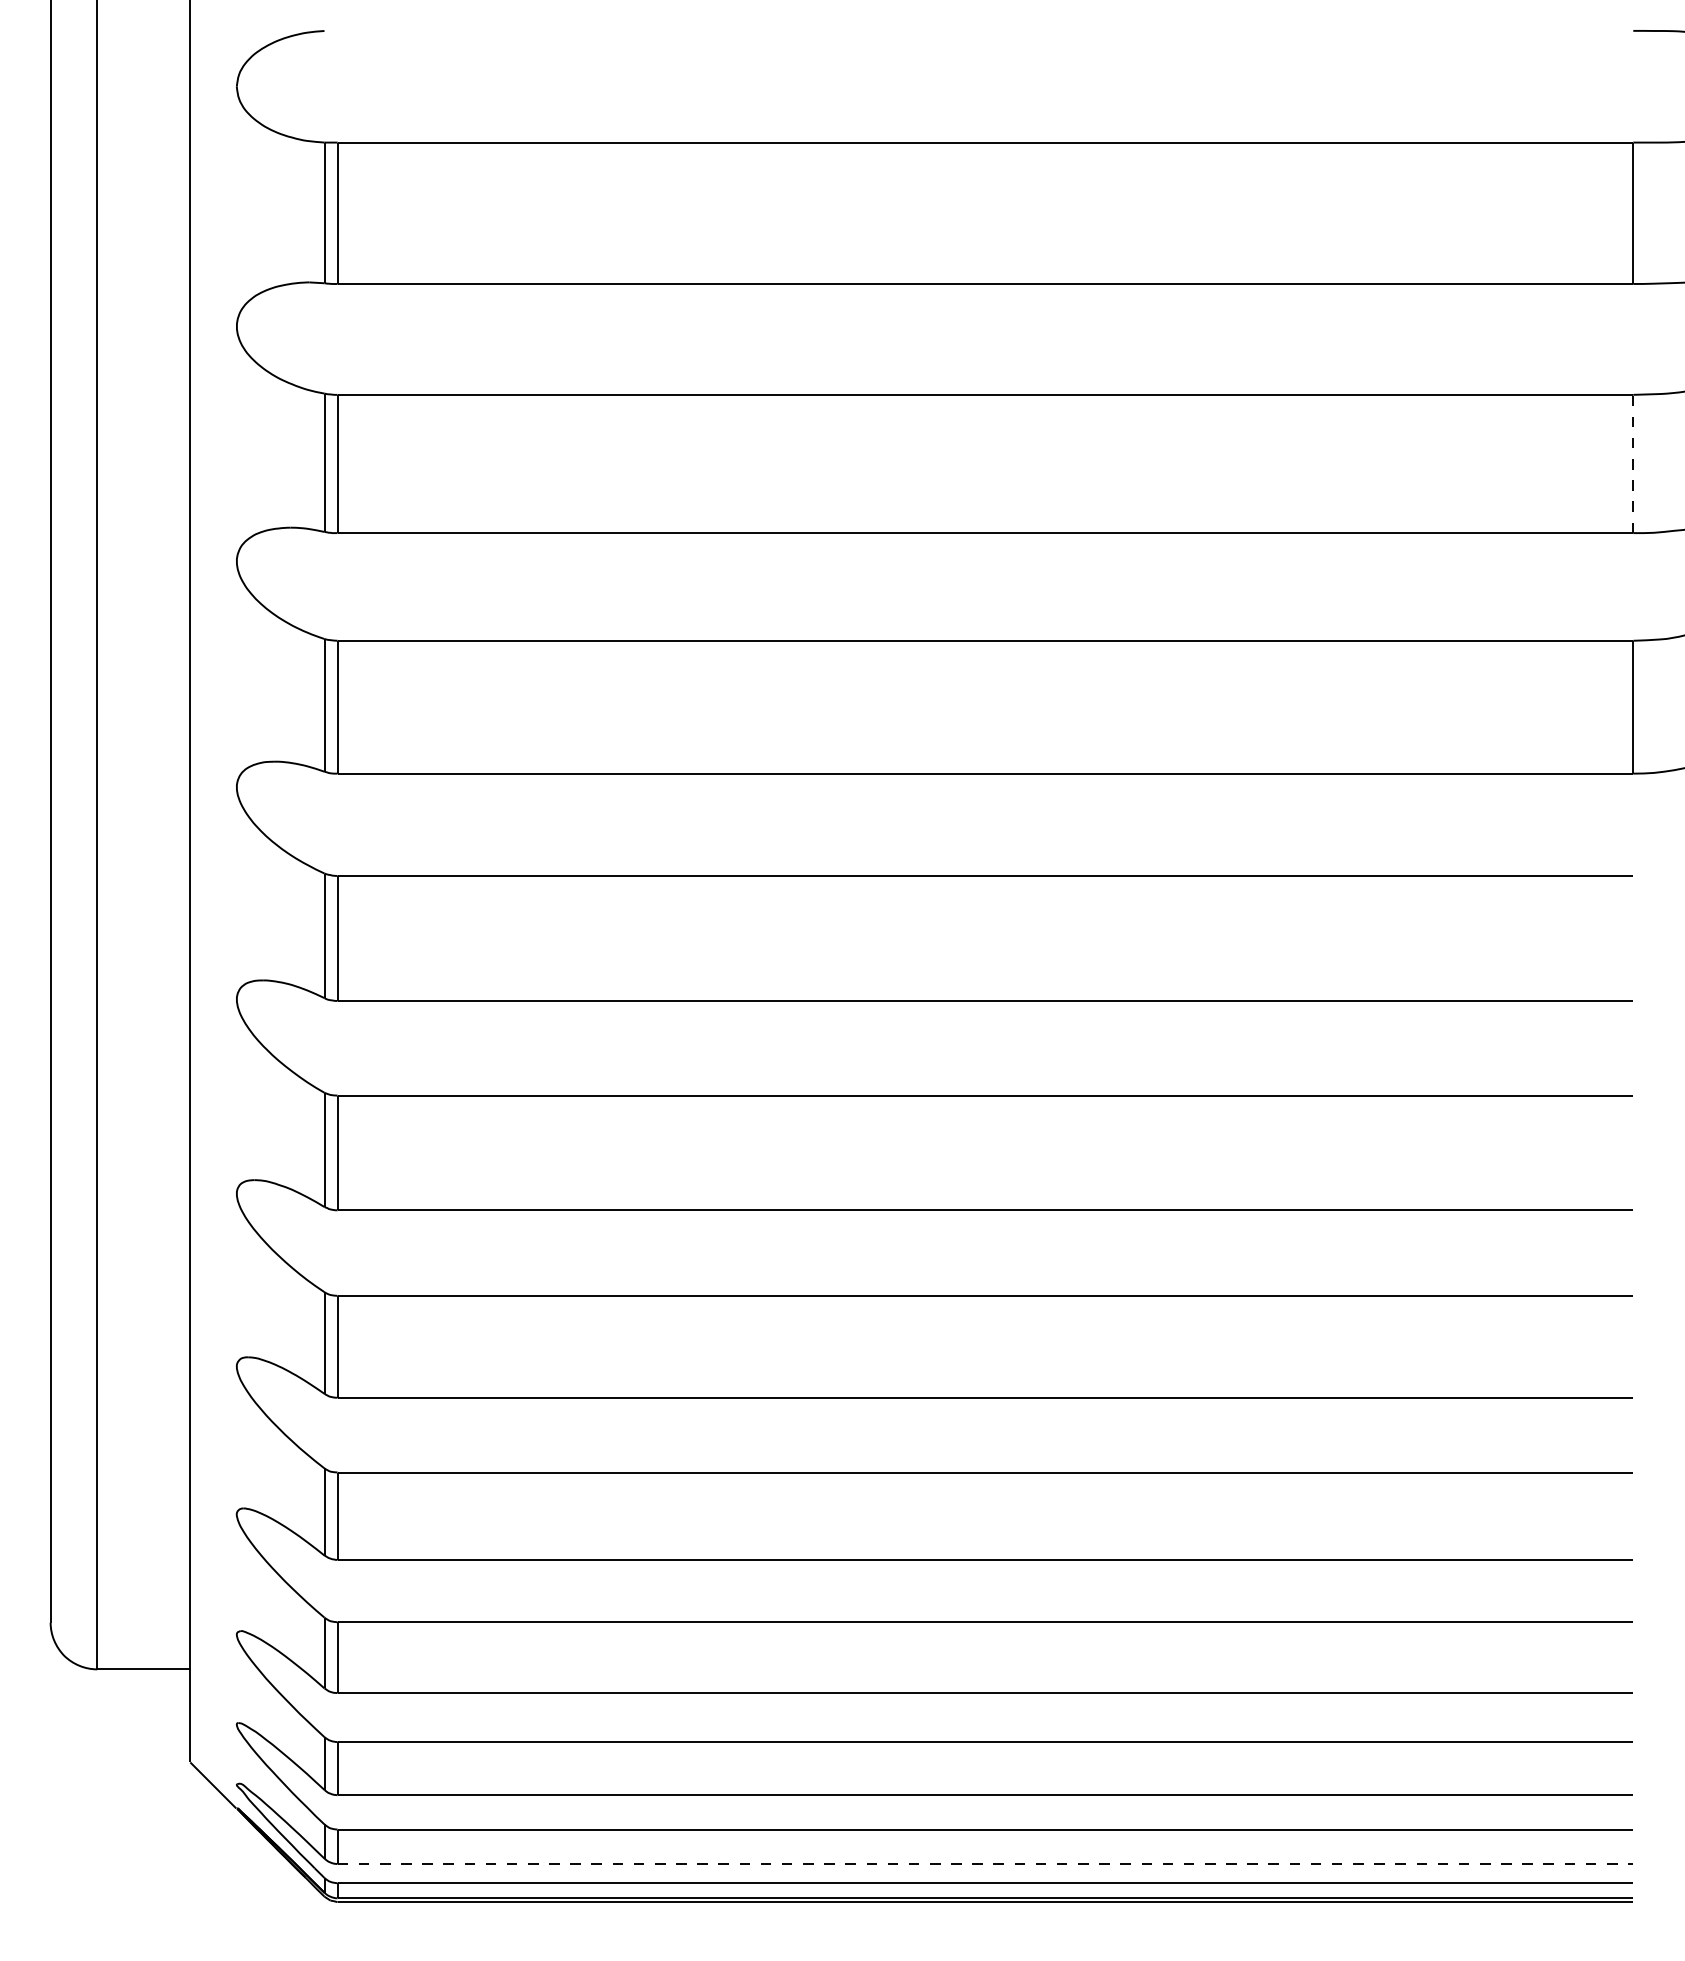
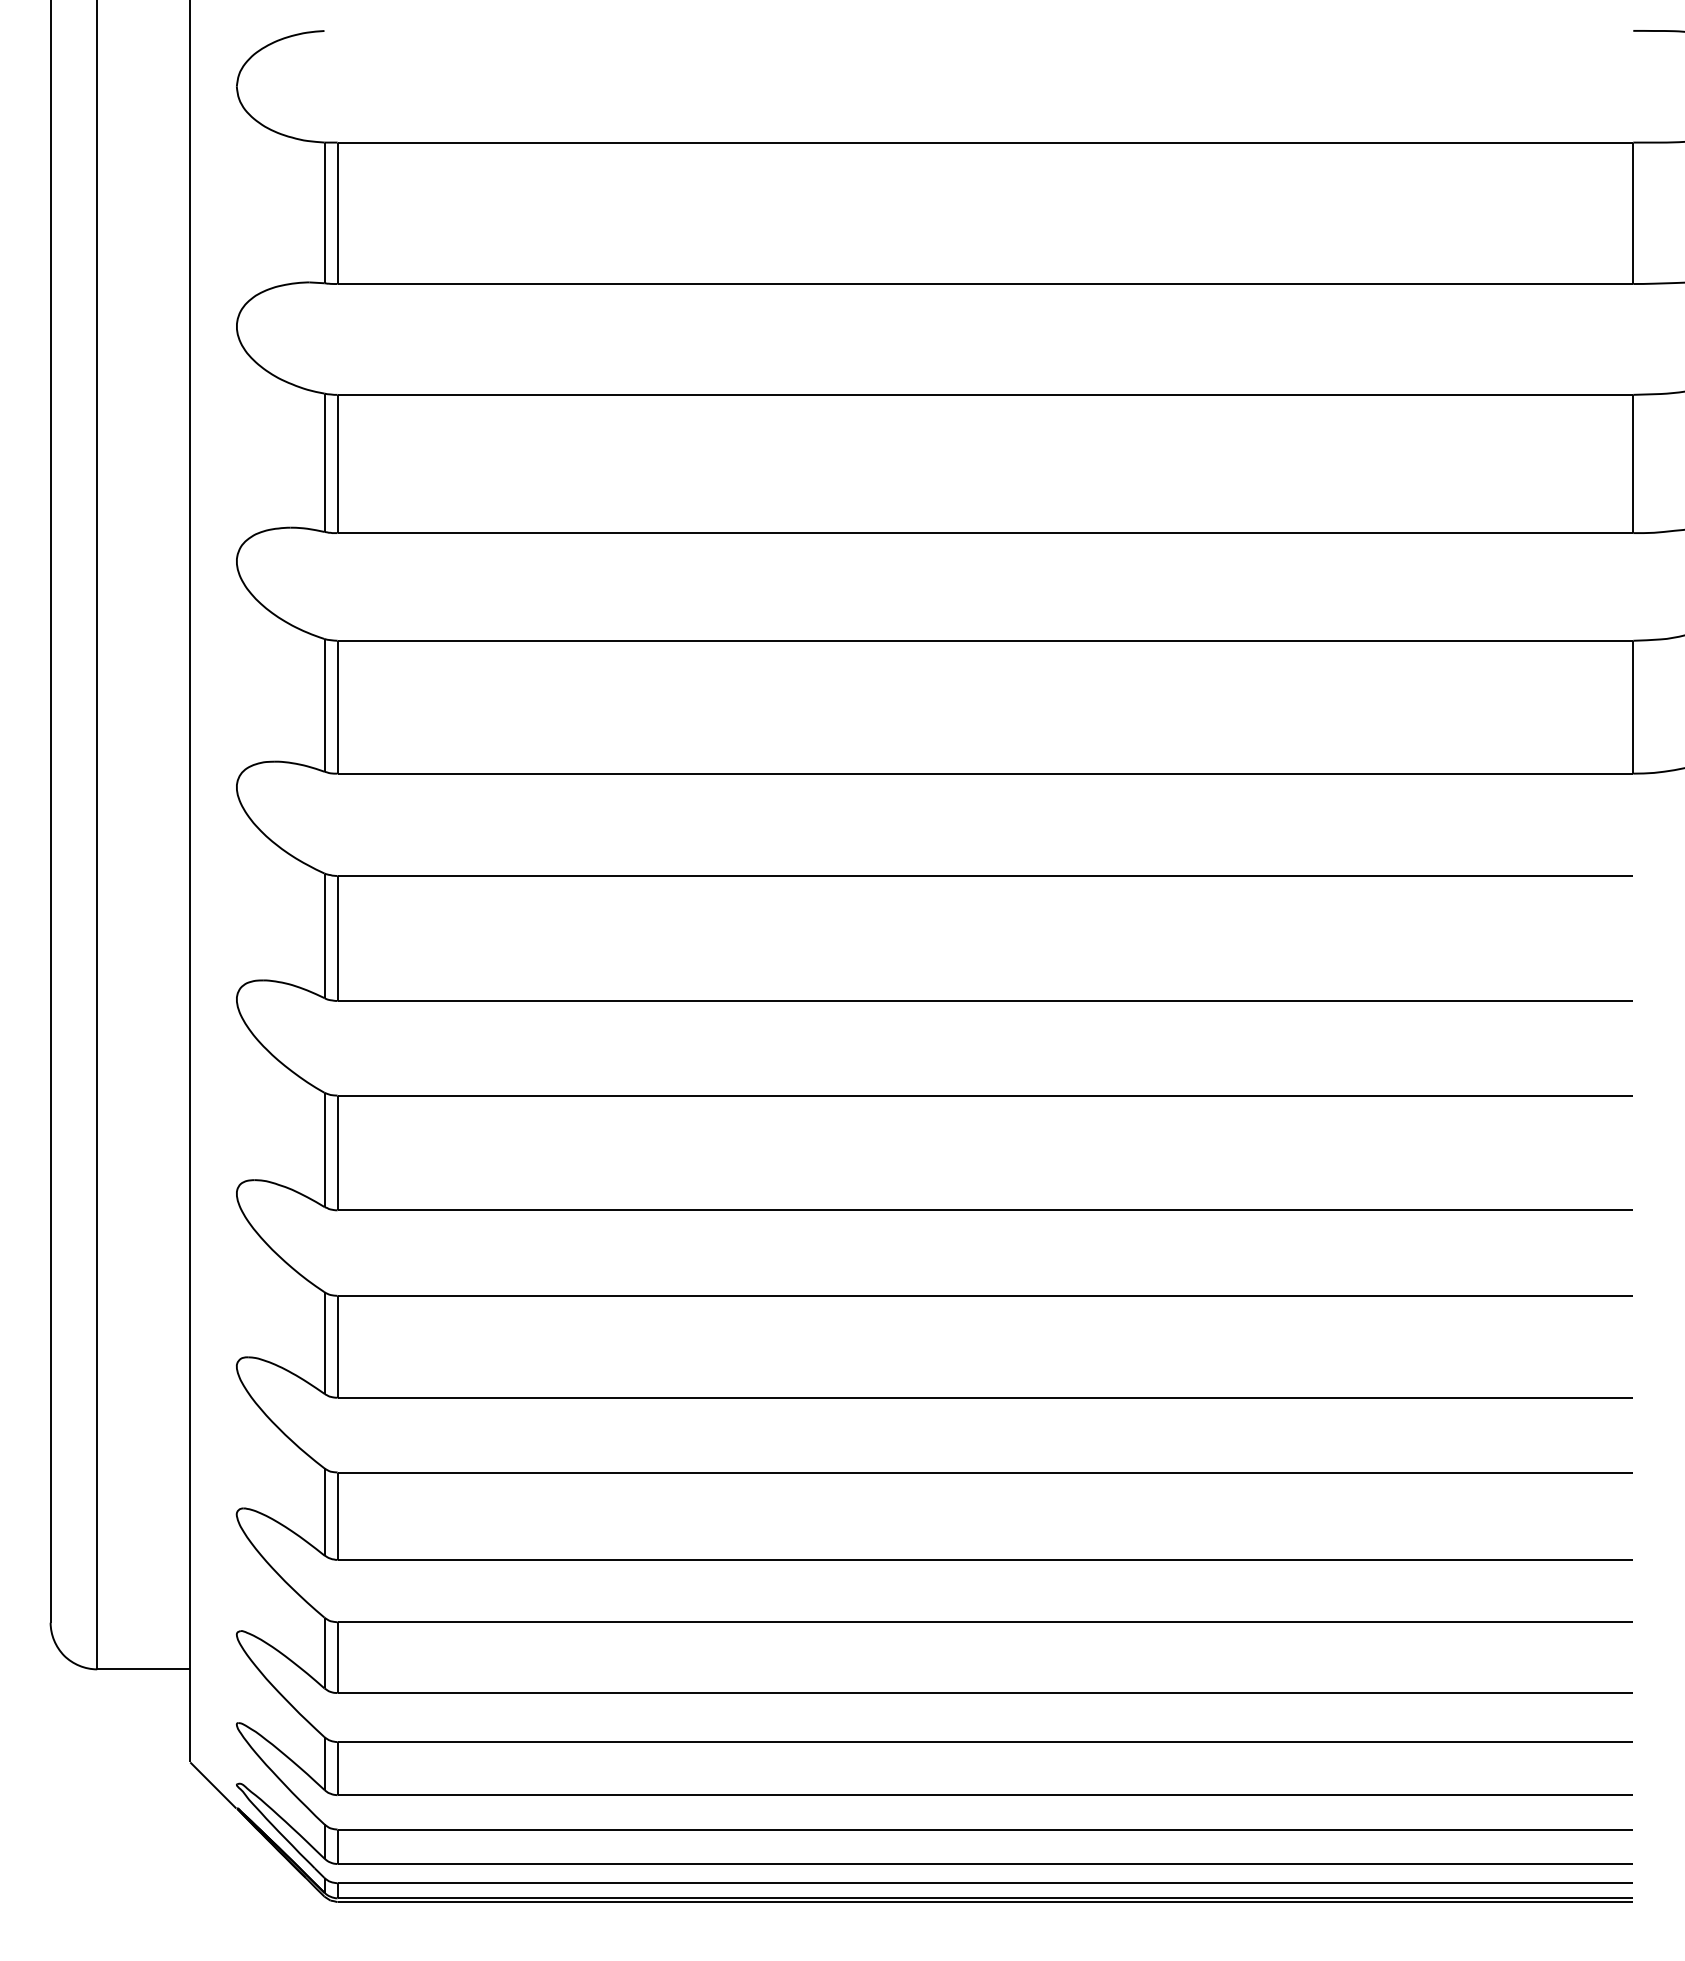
line at (1633, 463): dashed -> solid
line at (985, 1864): dashed -> solid
